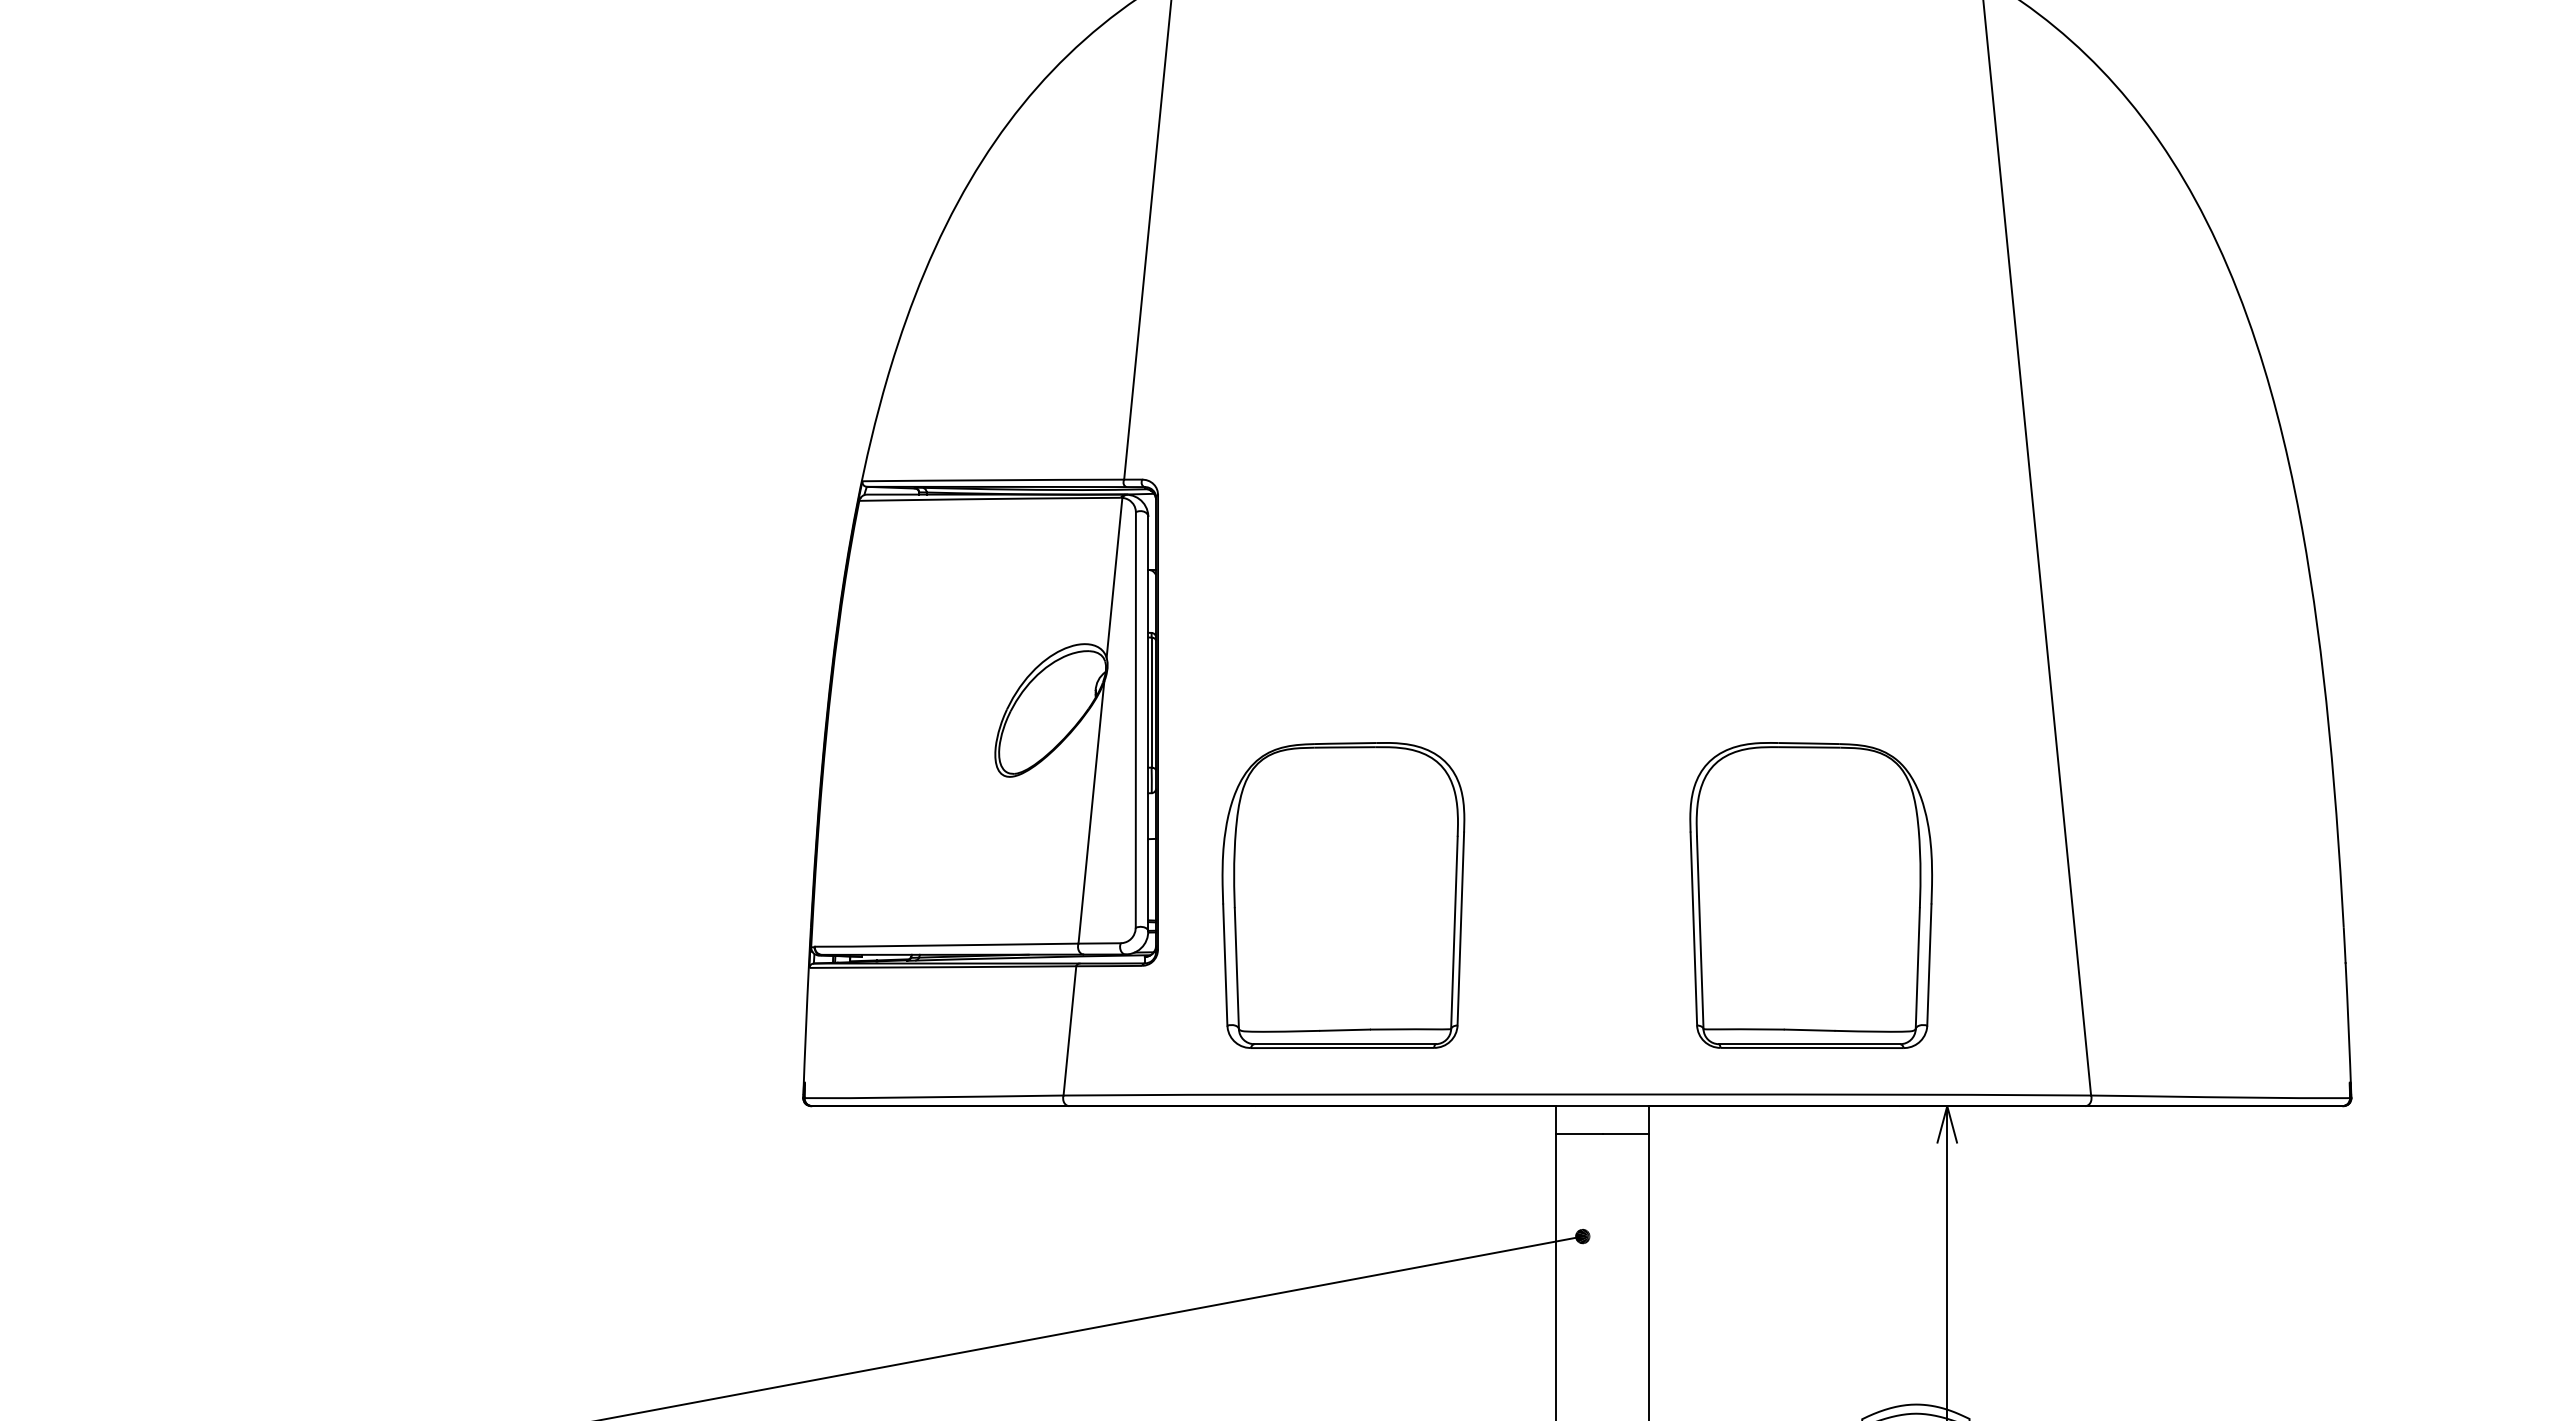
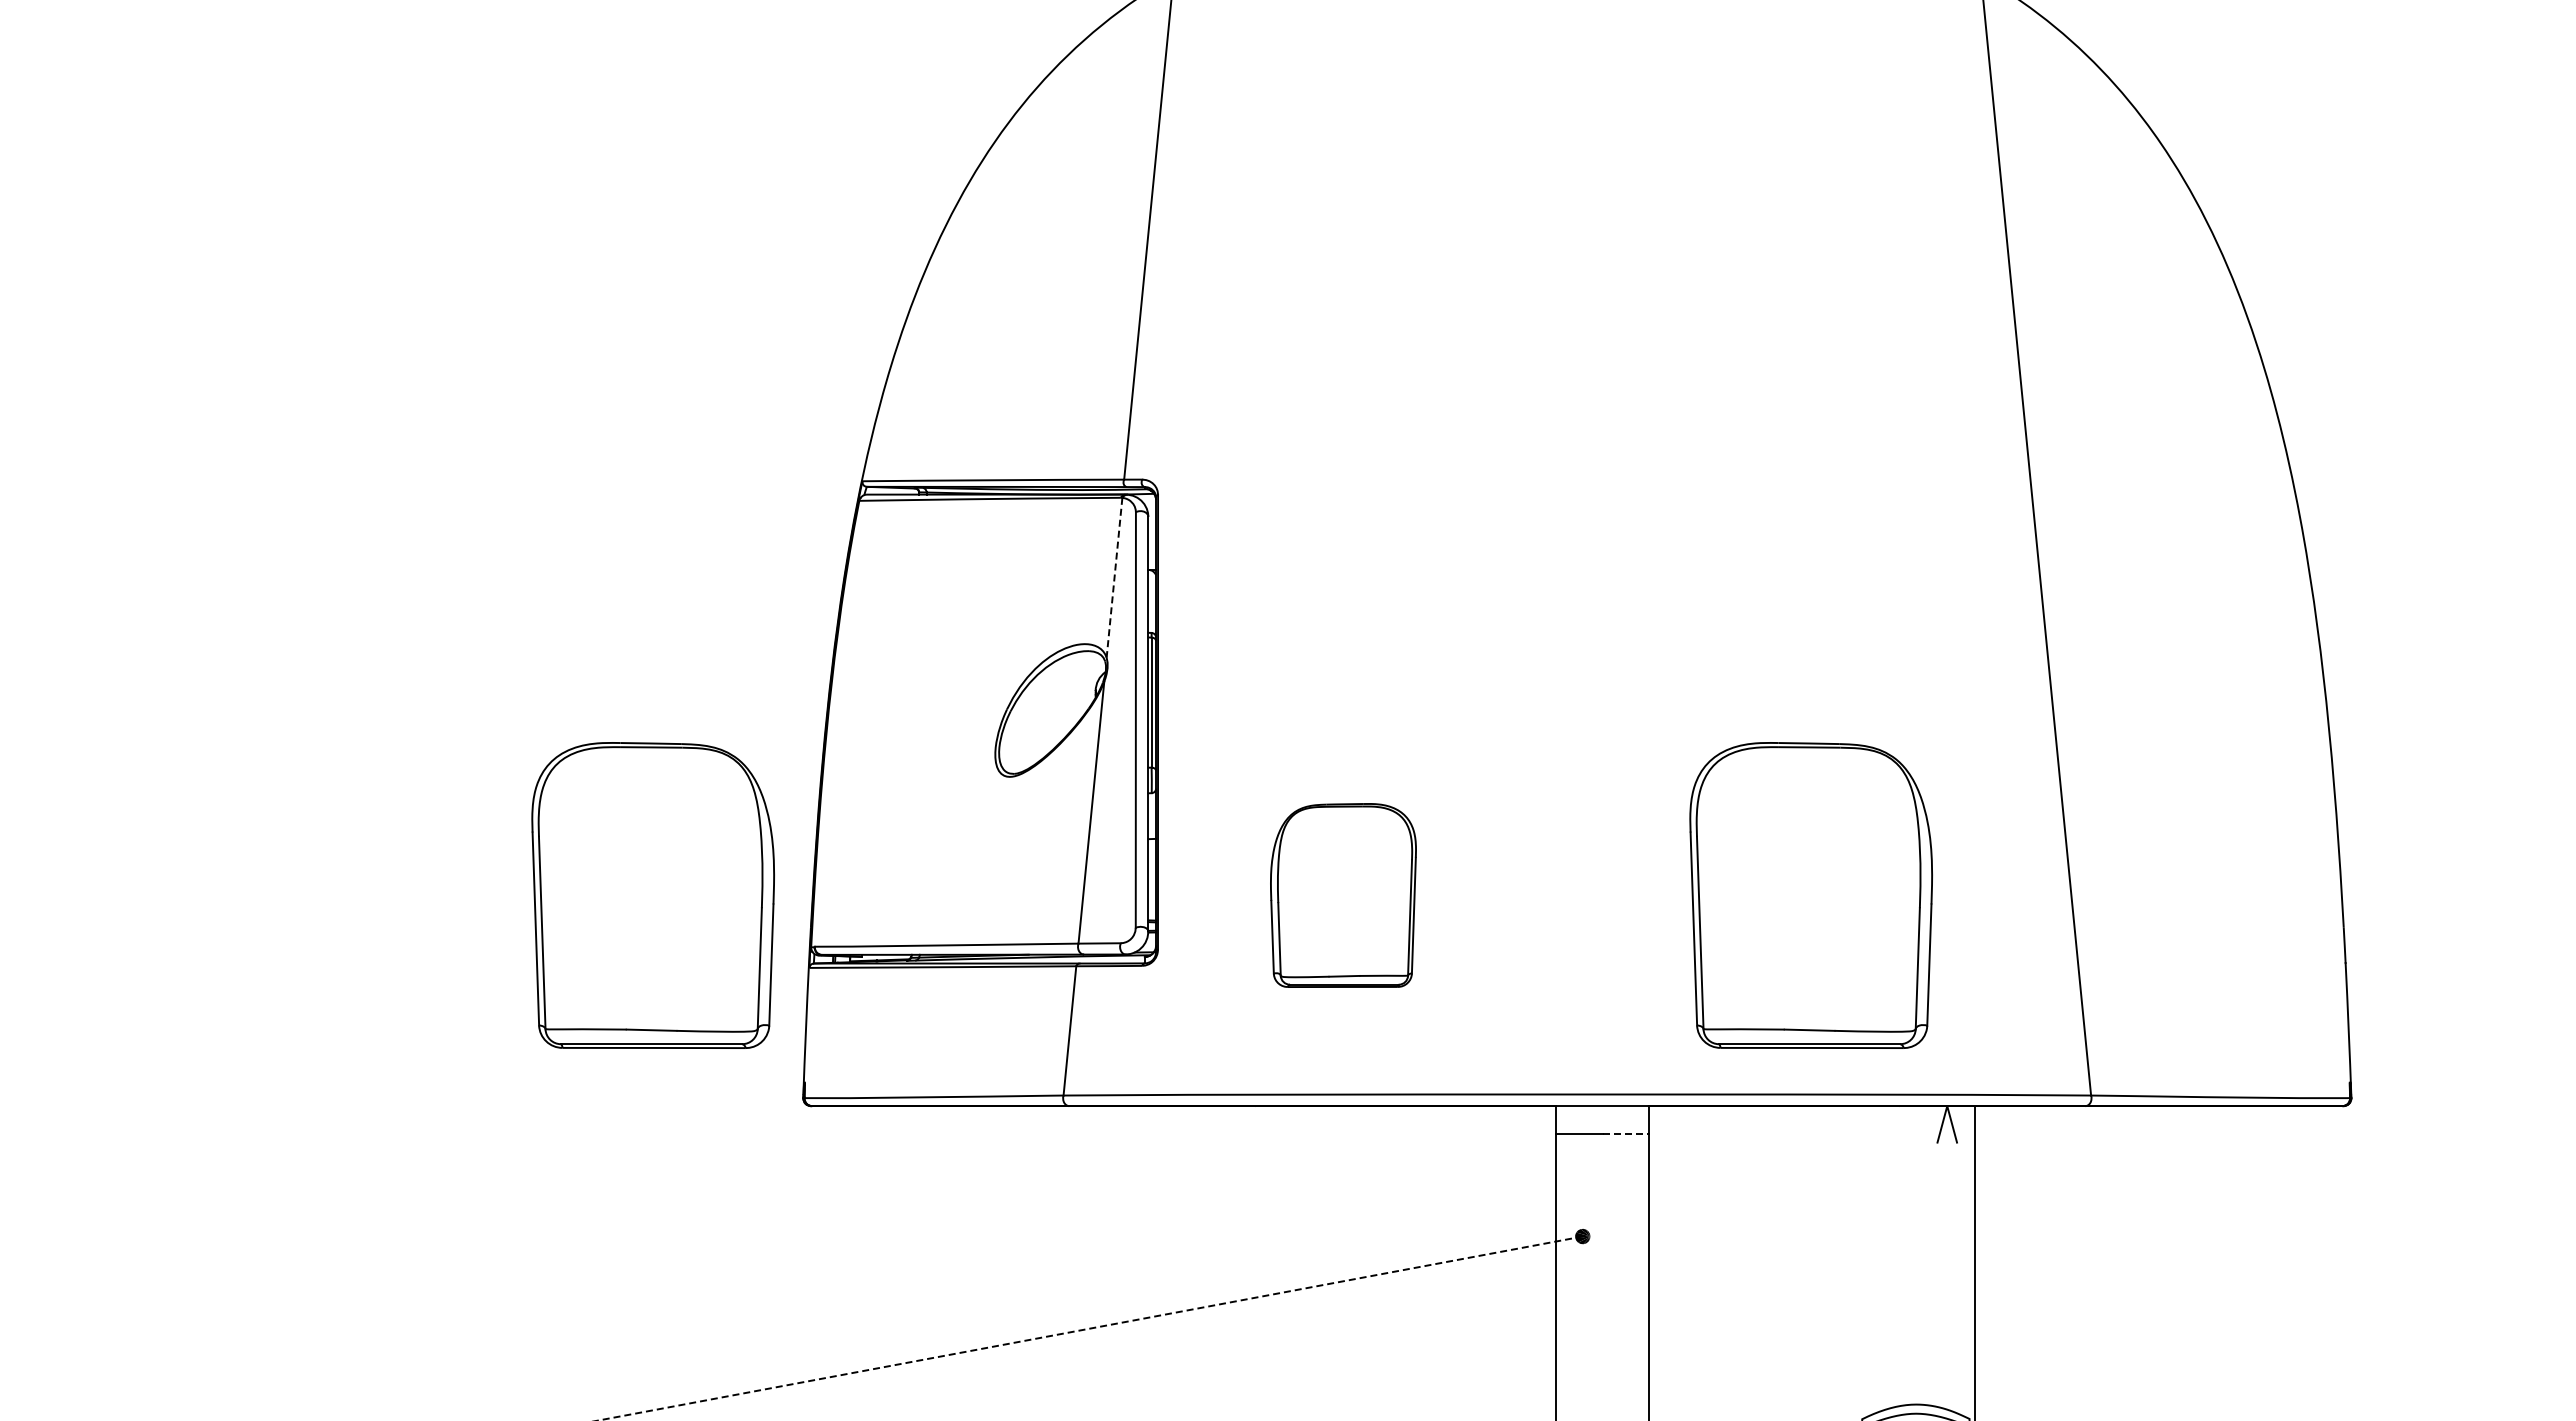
line at (1114, 578): solid -> dashed
part at (652, 895): none -> present
part at (1343, 895) size: 245x307 px -> 147x185 px
line at (1625, 1134): solid -> dashed
line at (1947, 1261) position: (1947, 1261) -> (1975, 1261)
line at (1089, 1328): solid -> dashed
